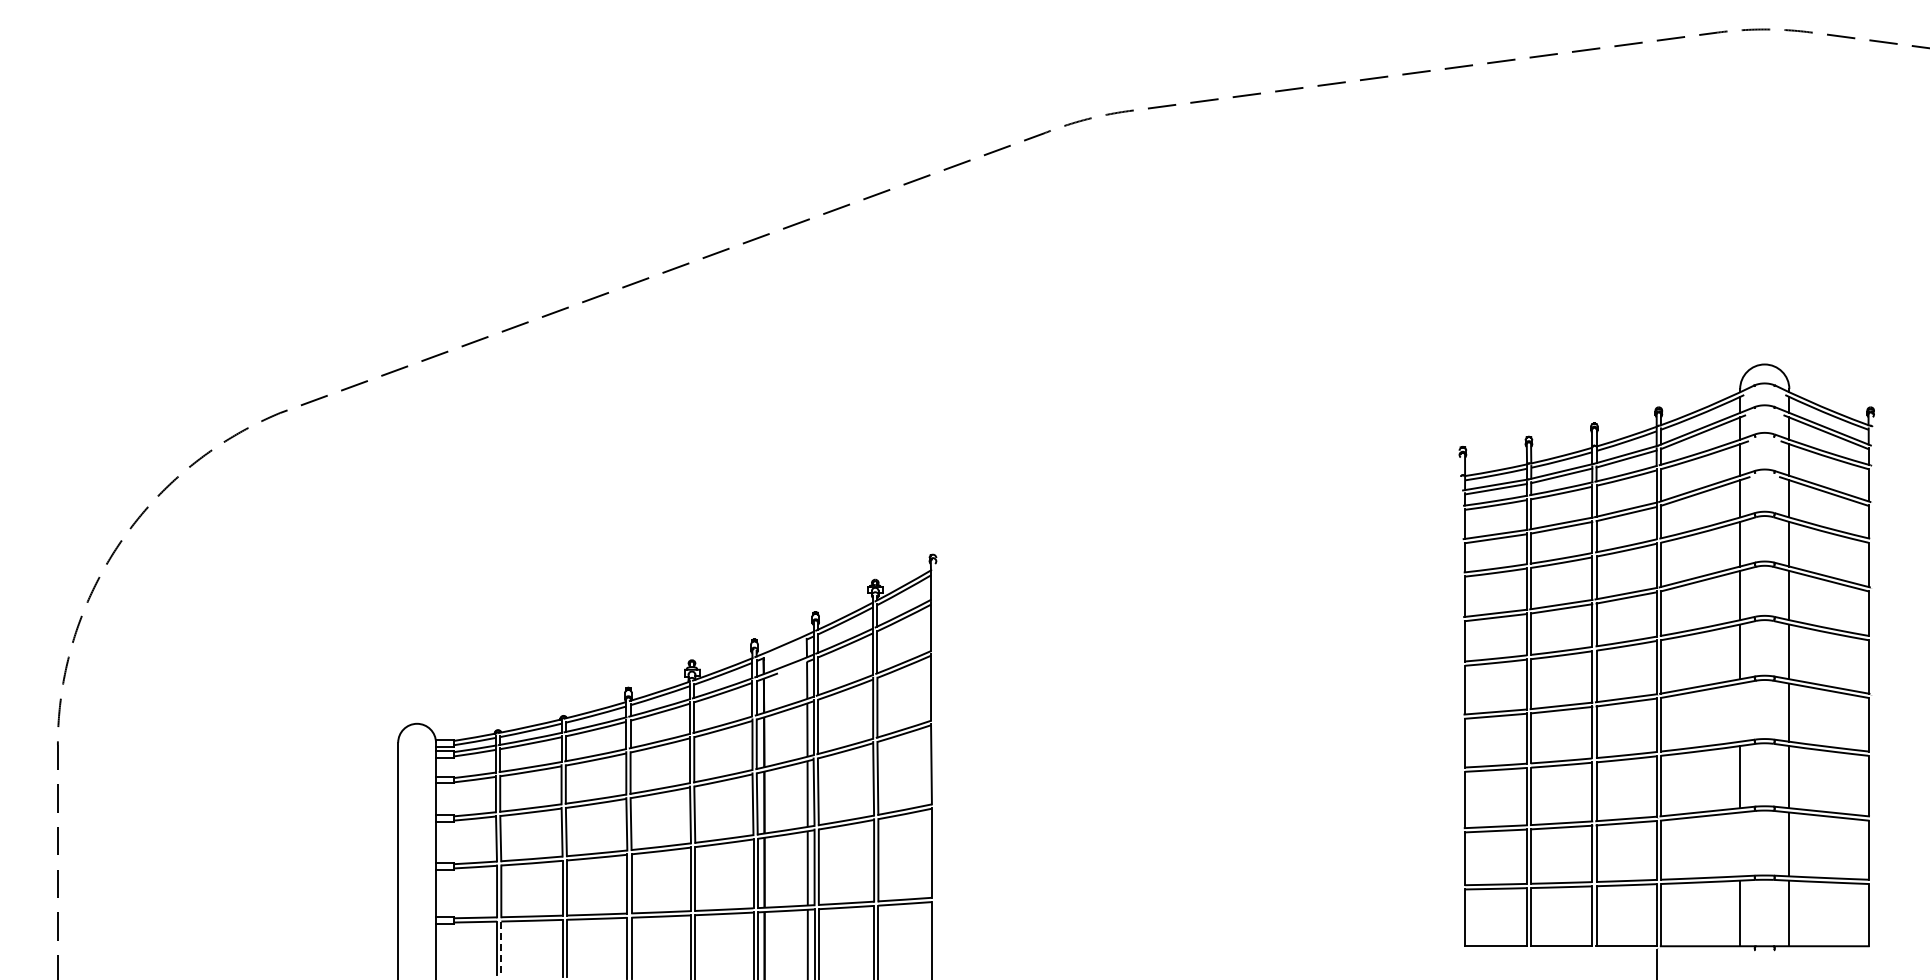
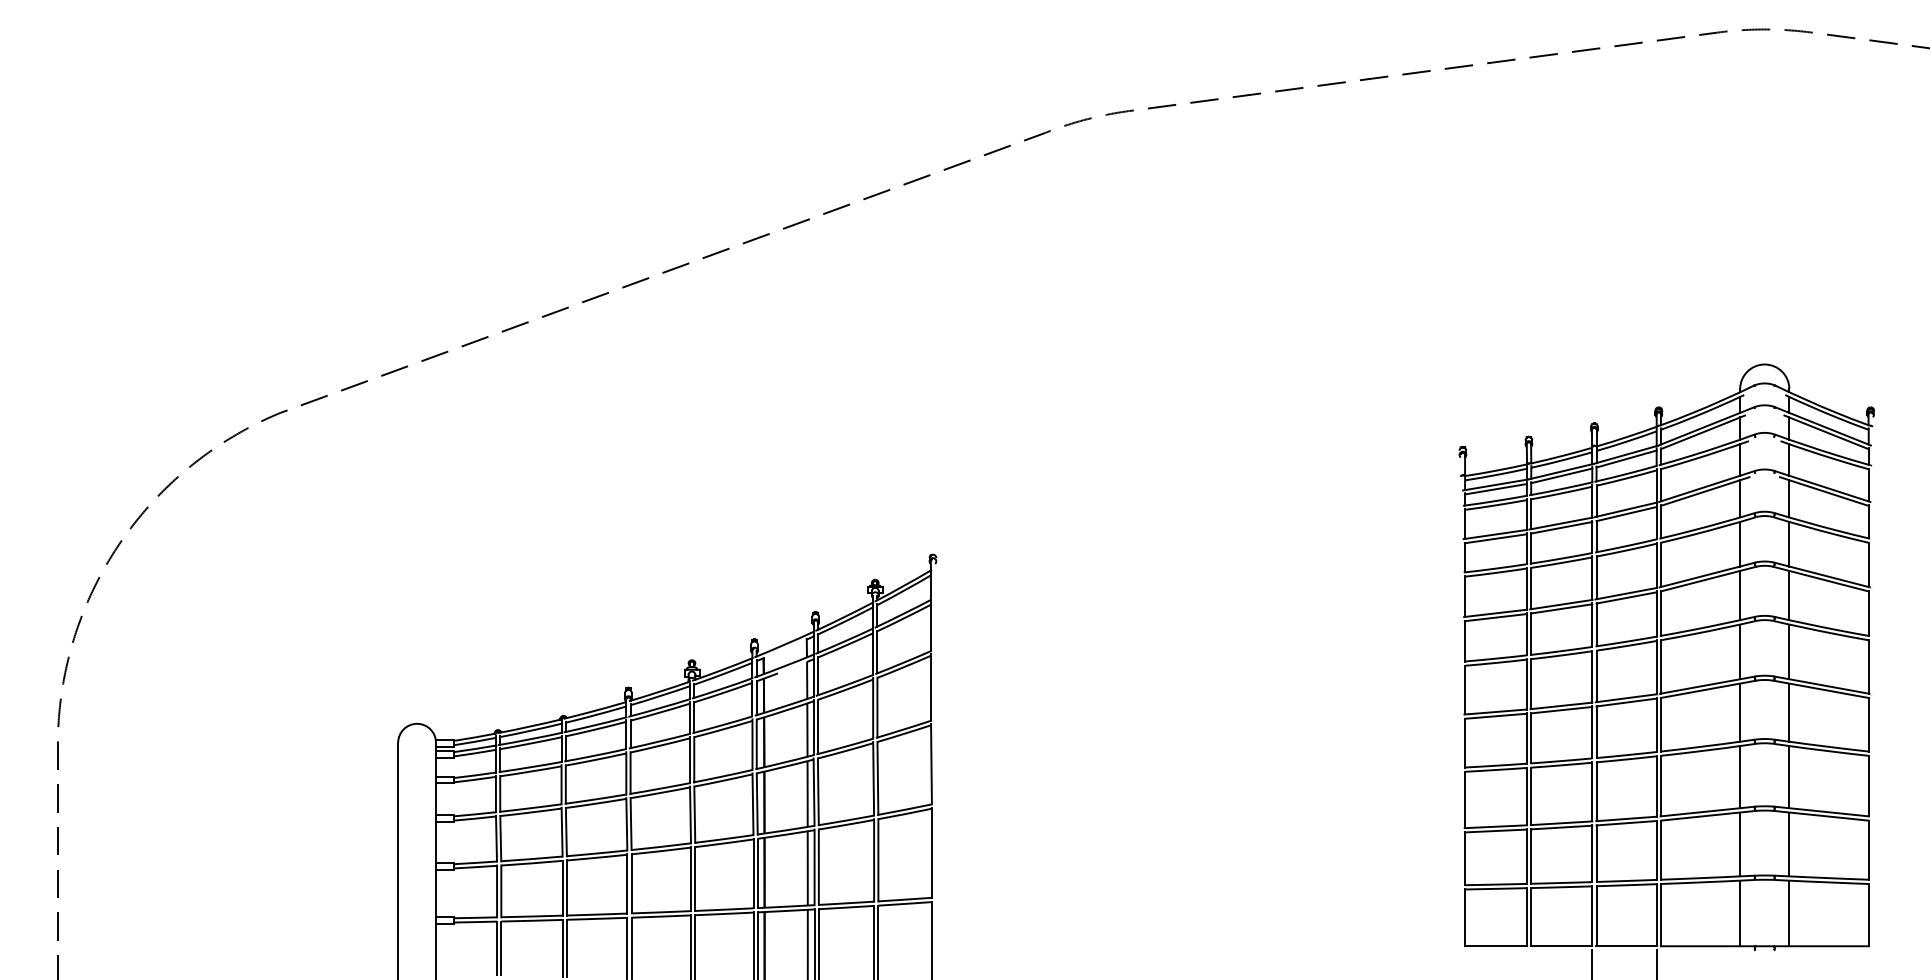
line at (1740, 712): none -> present
line at (1740, 844): none -> present
line at (501, 948): dashed -> solid
line at (1592, 963): none -> present
